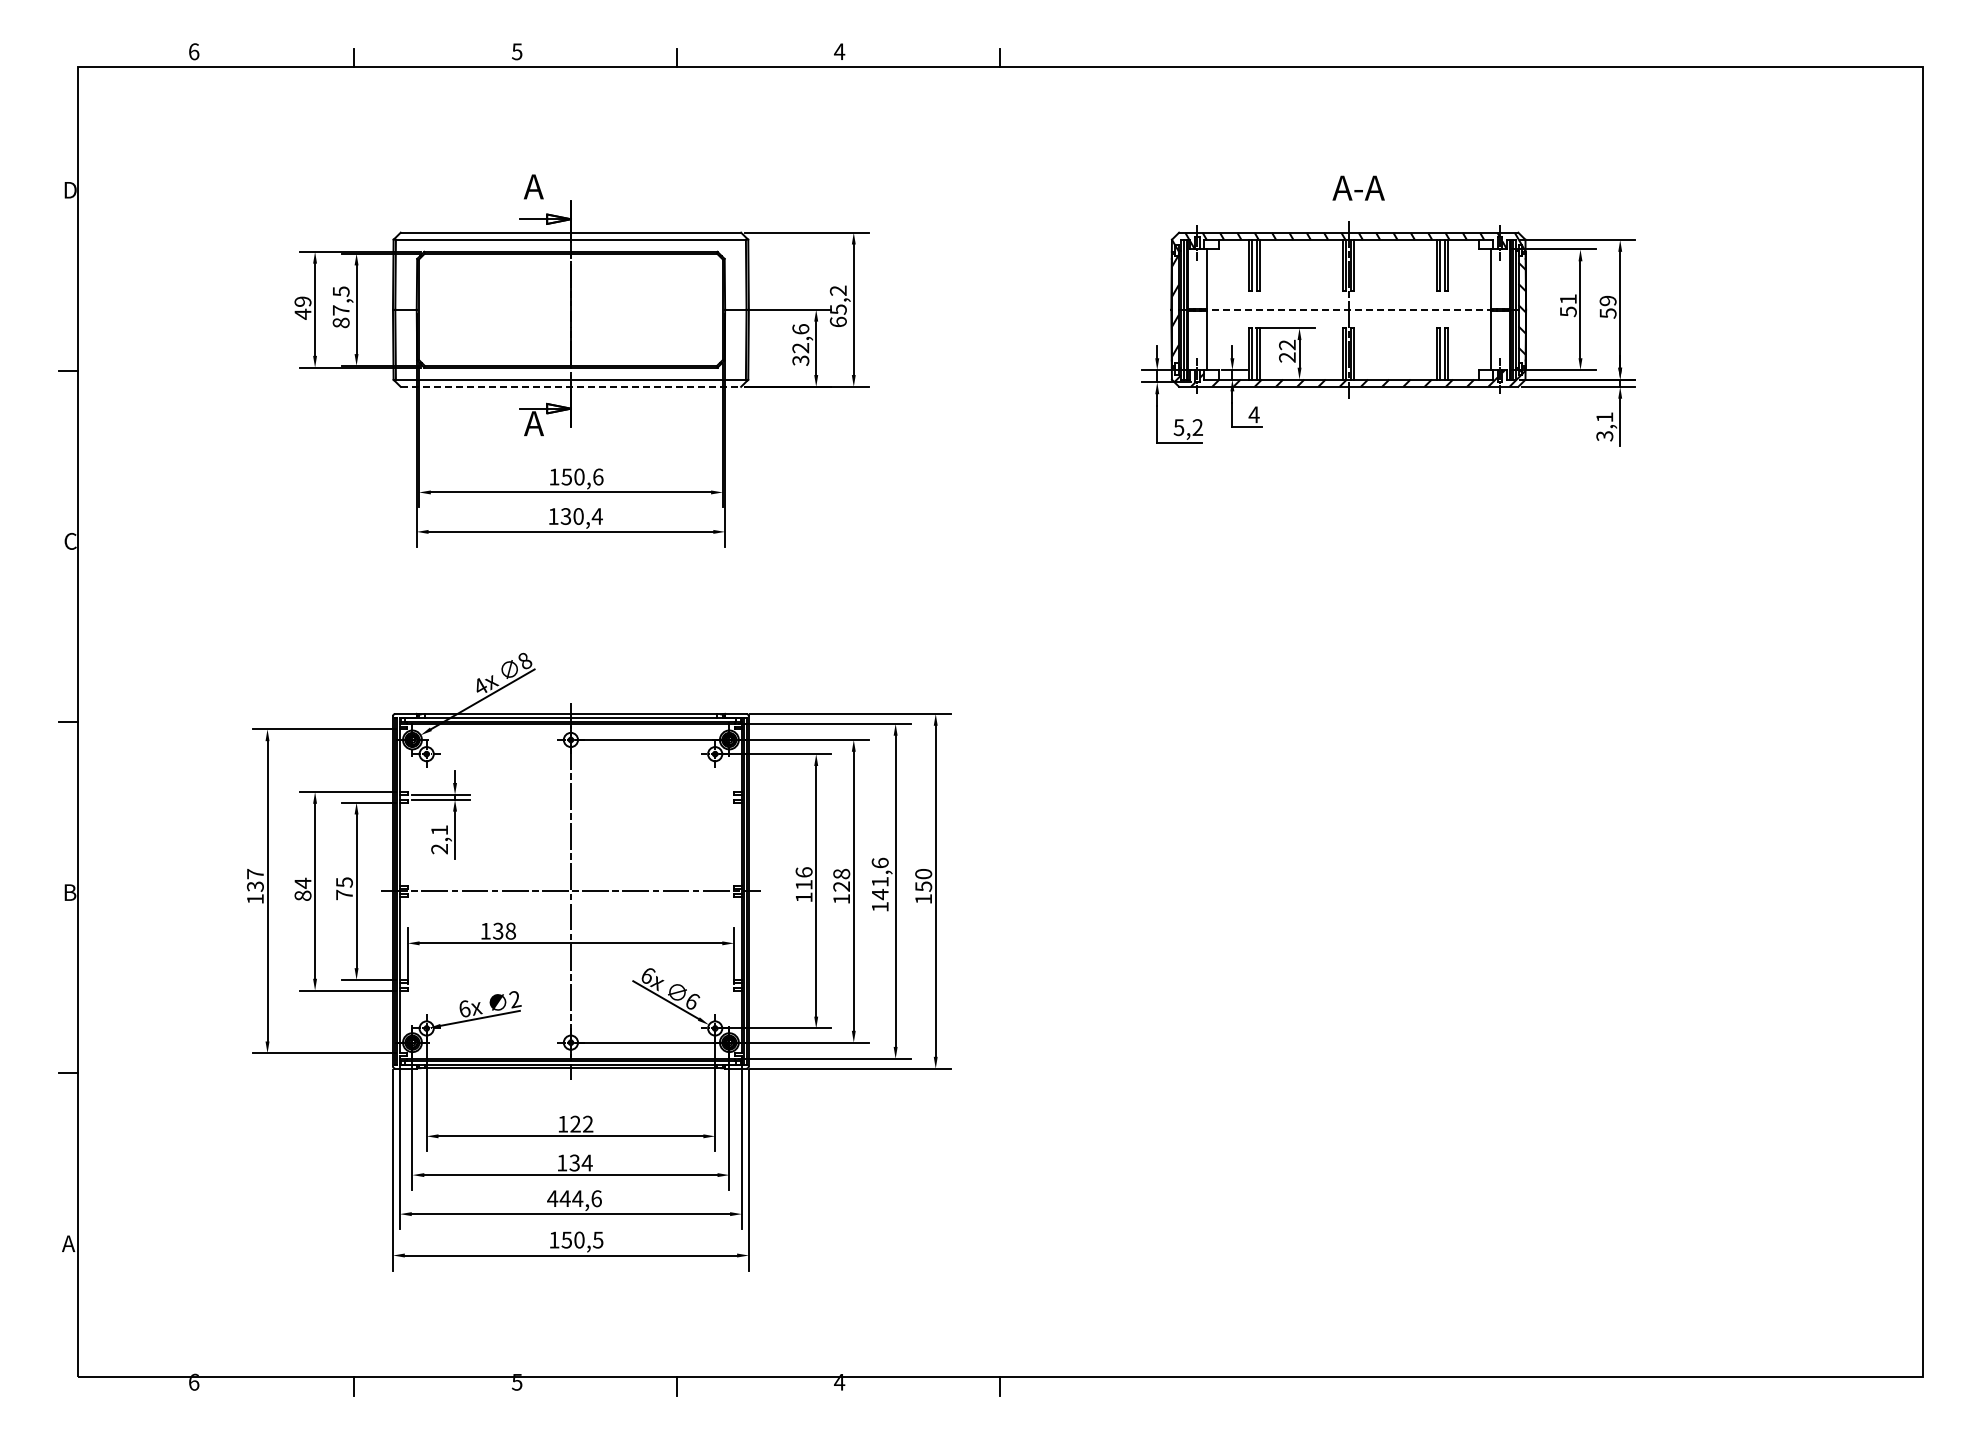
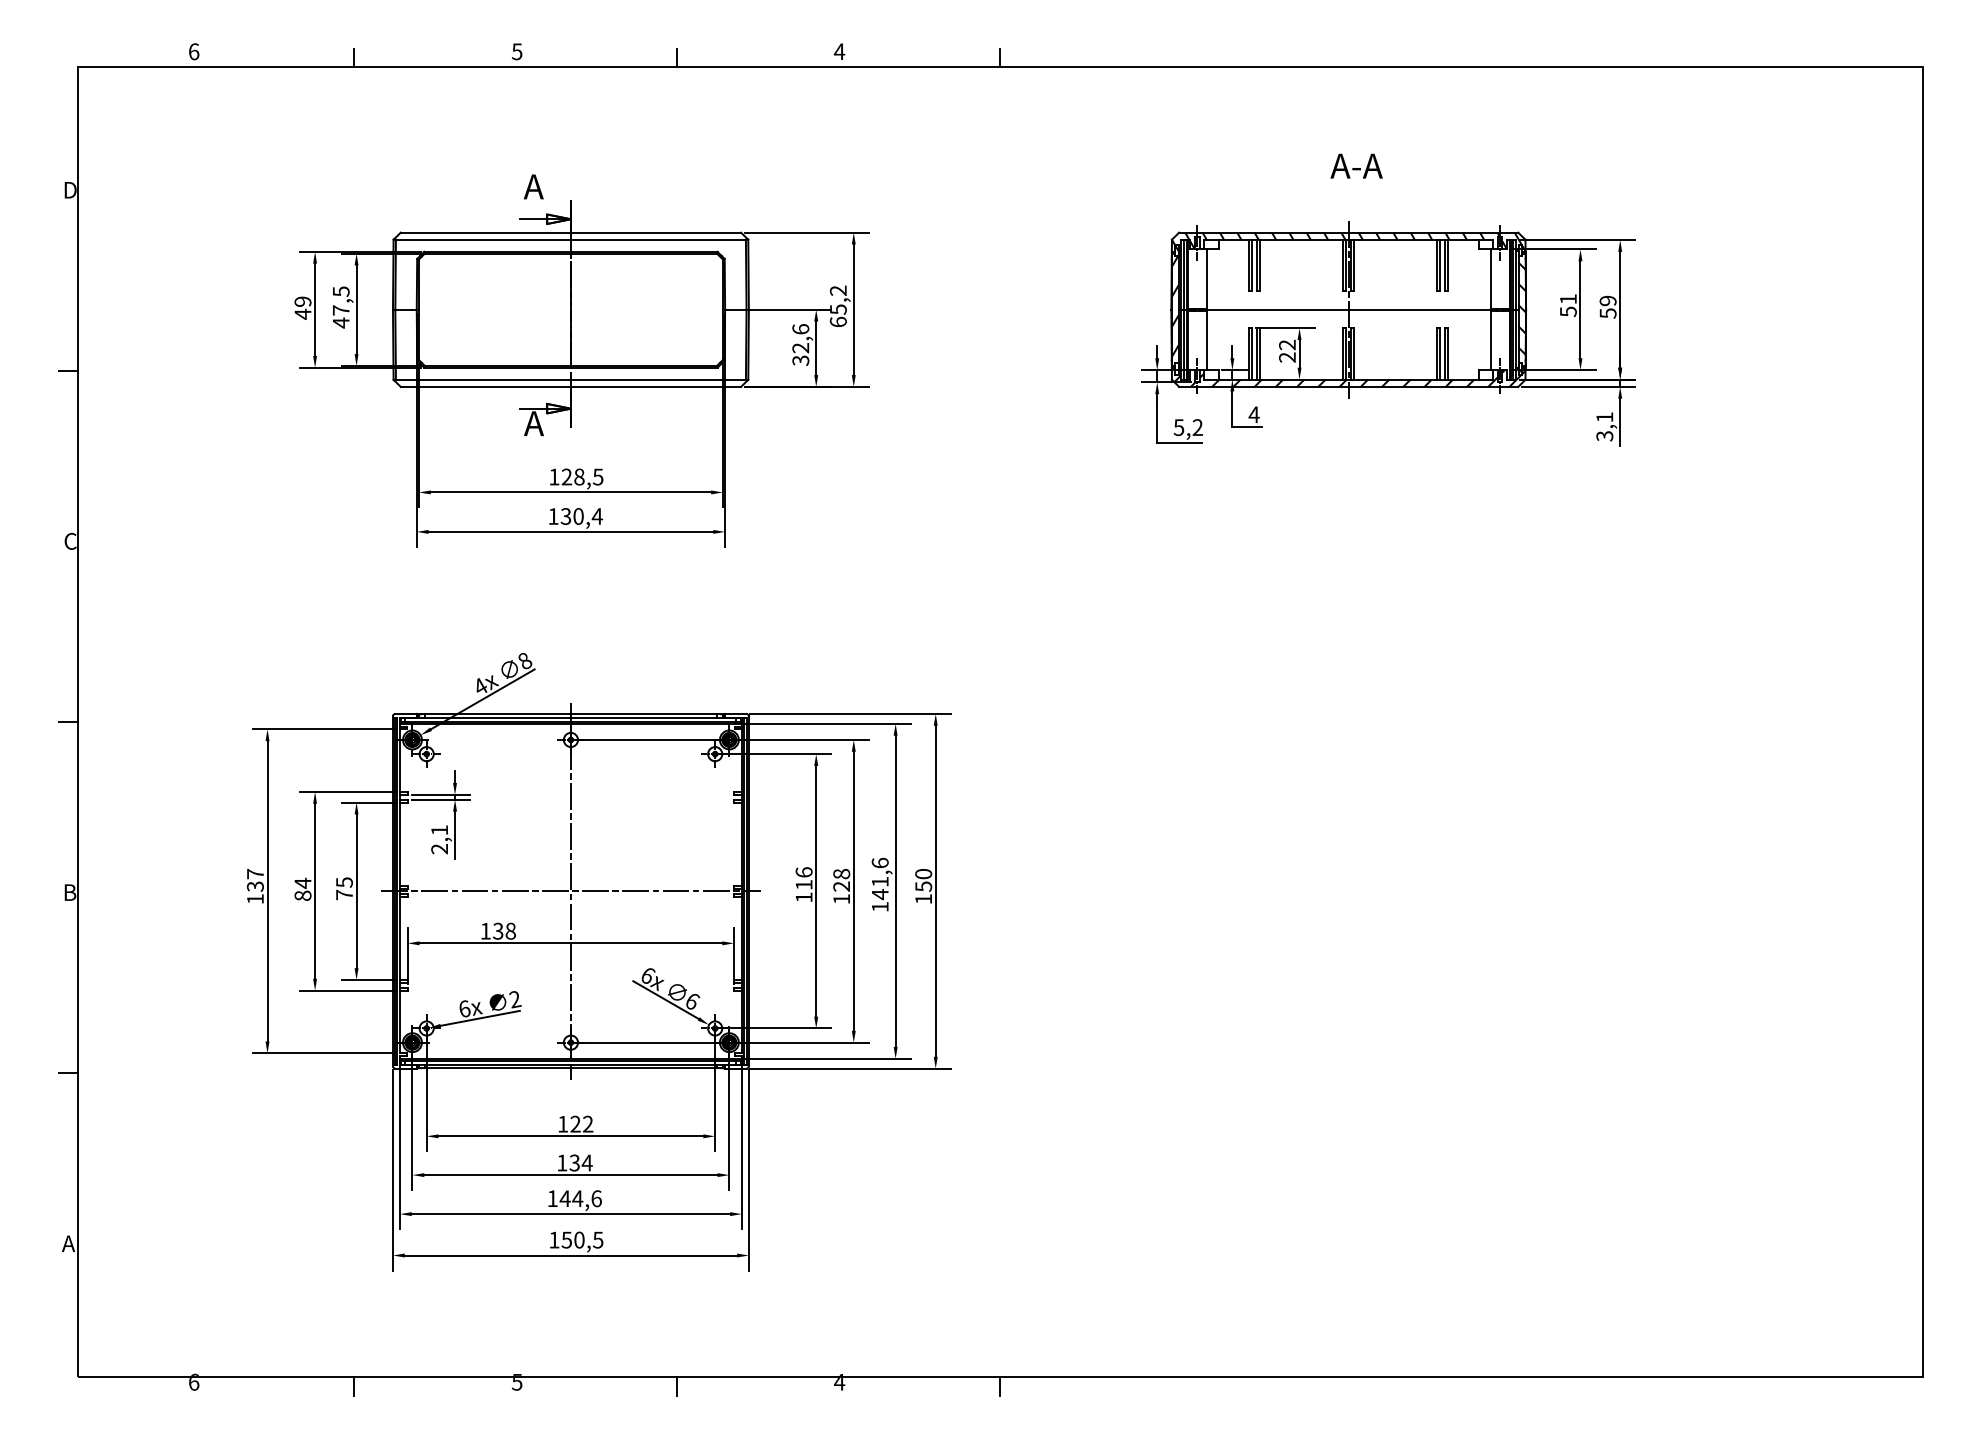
text at (1358, 187) position: (1358, 187) -> (1356, 165)
line at (1348, 309): dashed -> solid
text at (340, 322): 87,5 -> 47,5
line at (571, 386): dashed -> solid
text at (582, 476): 150,6 -> 128,5
text at (552, 1198): 444,6 -> 144,6
